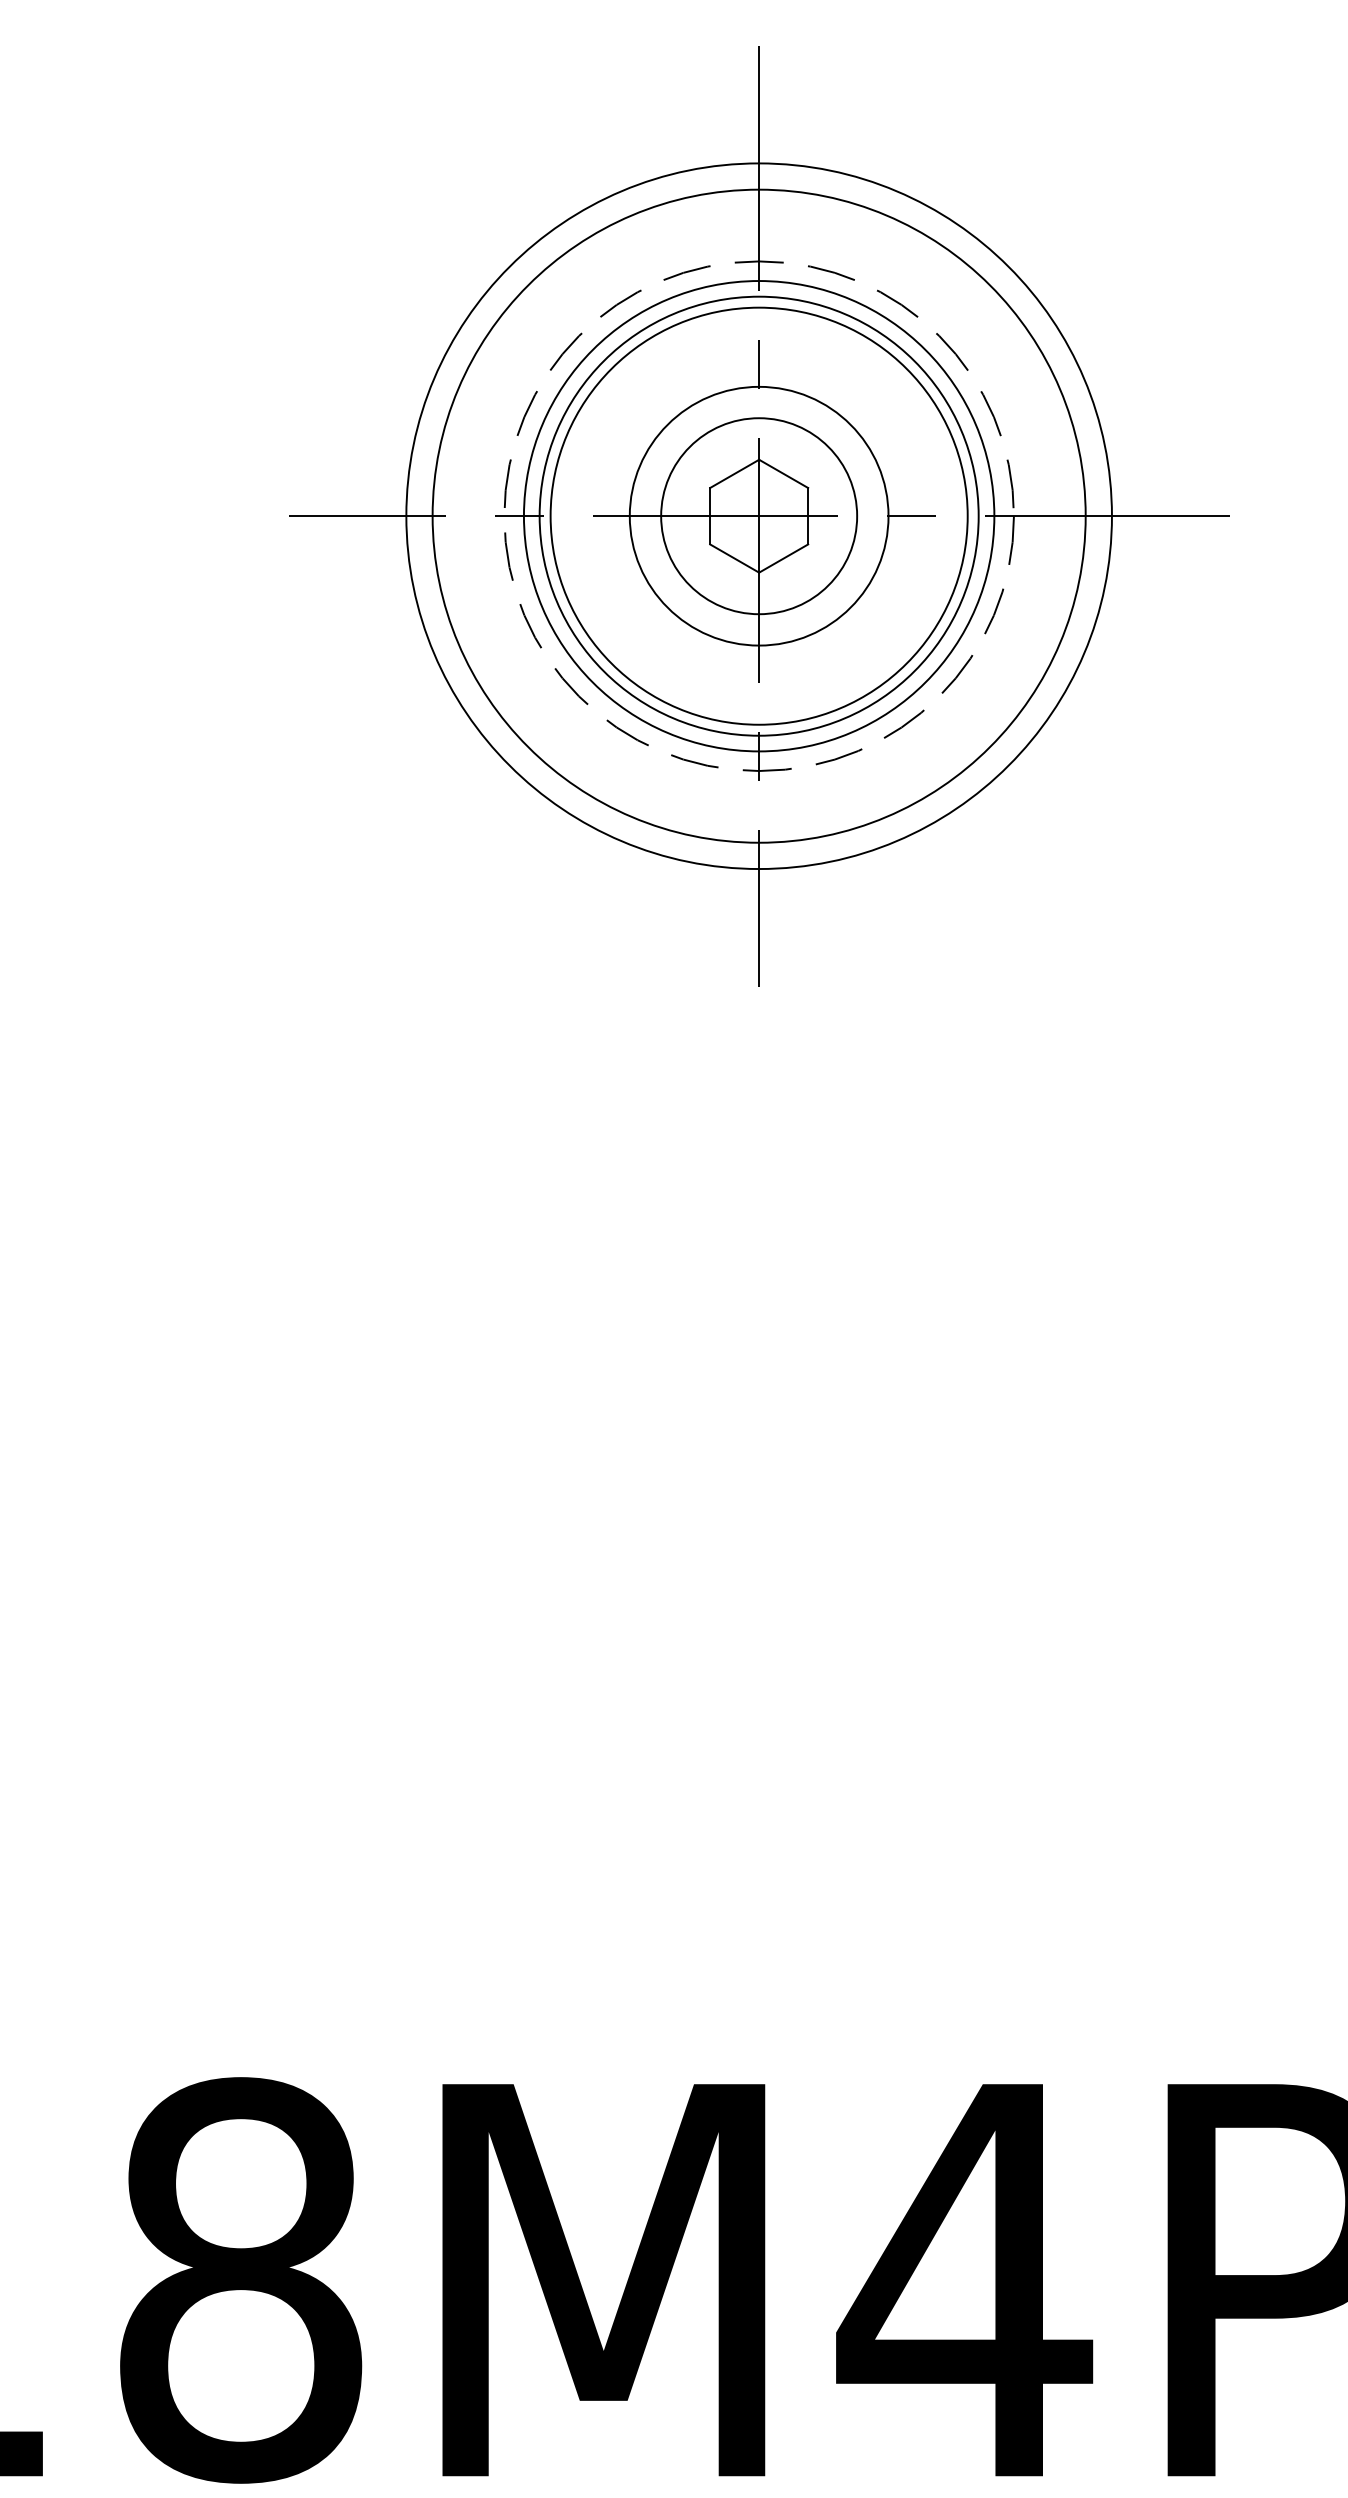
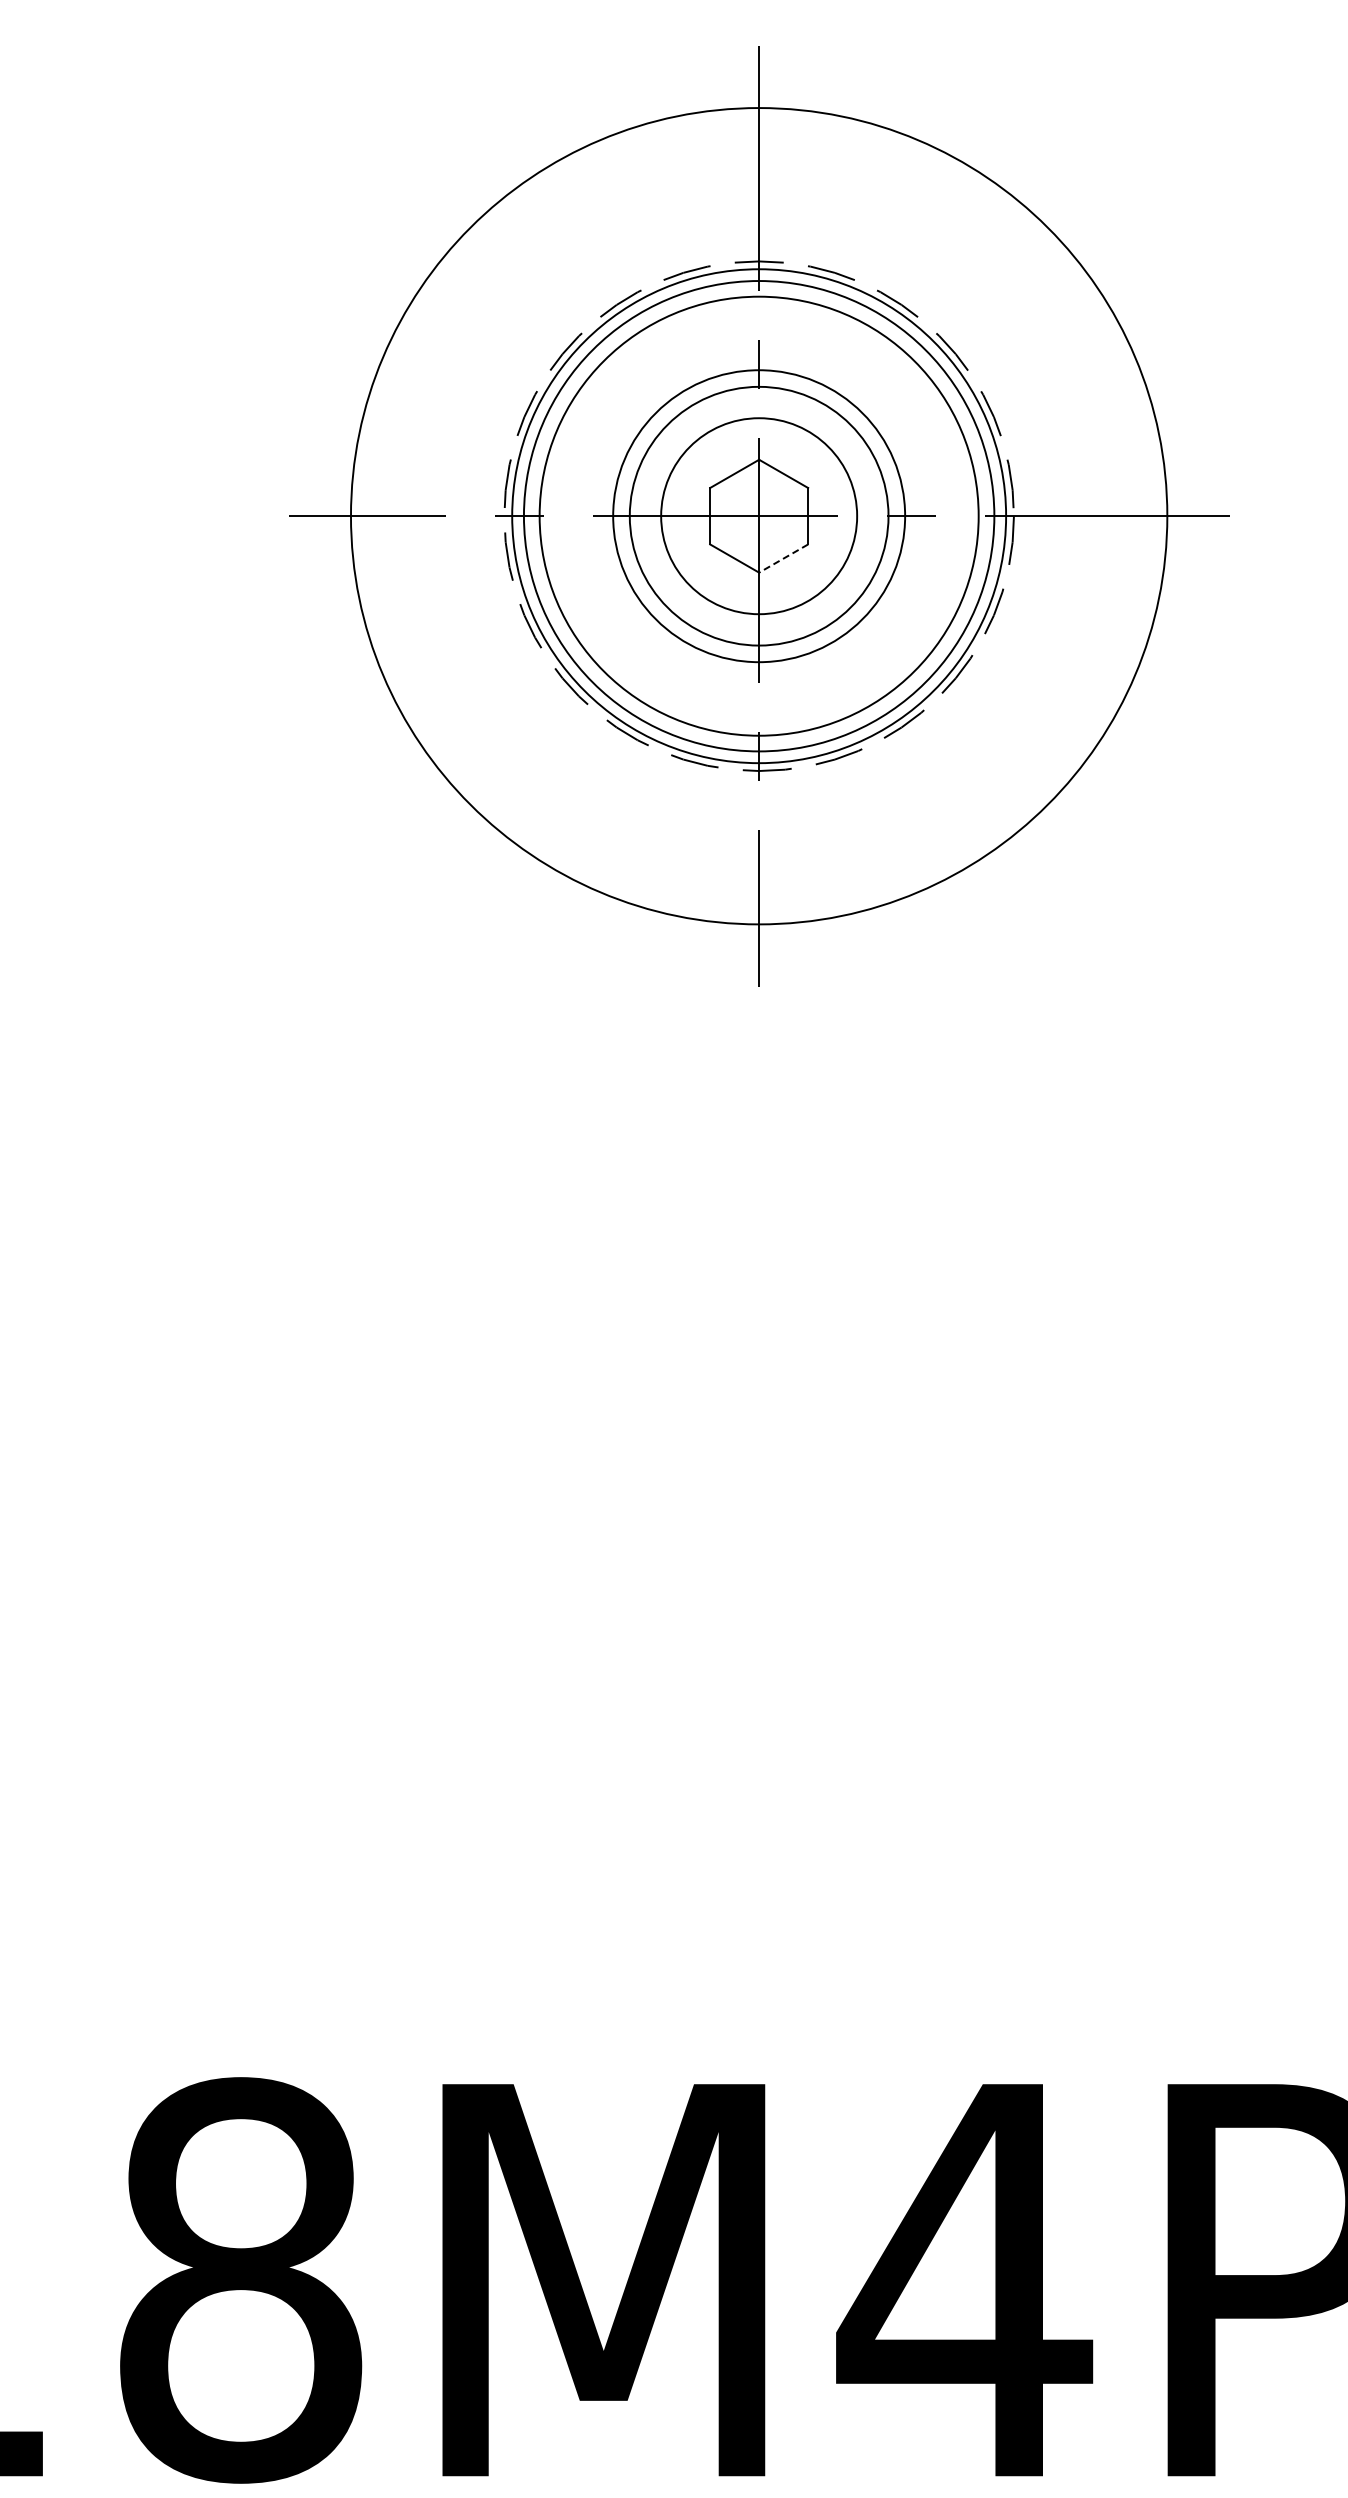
circle at (758, 515) diameter: 417 px -> 292 px
circle at (758, 515) diameter: 653 px -> 816 px
circle at (758, 516) diameter: 706 px -> 494 px
line at (783, 558): solid -> dashed
